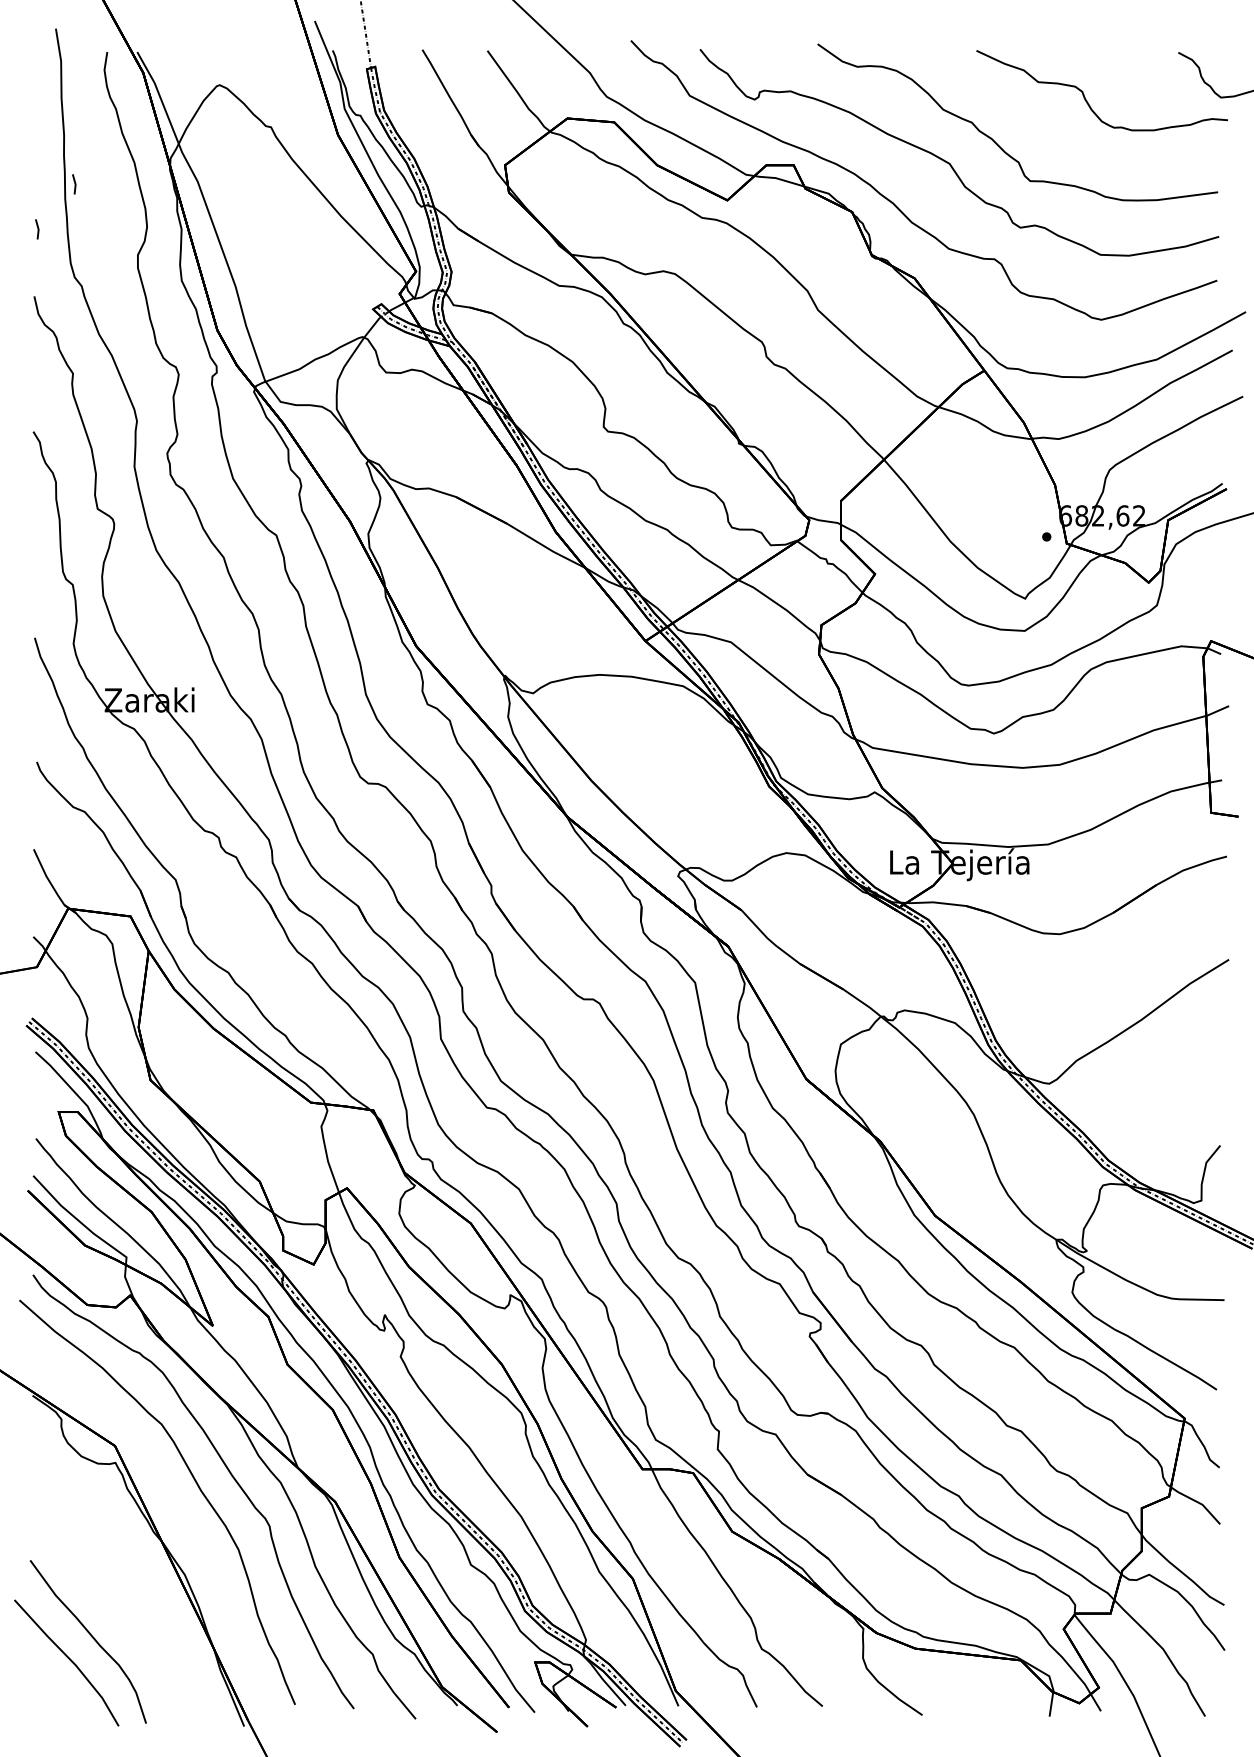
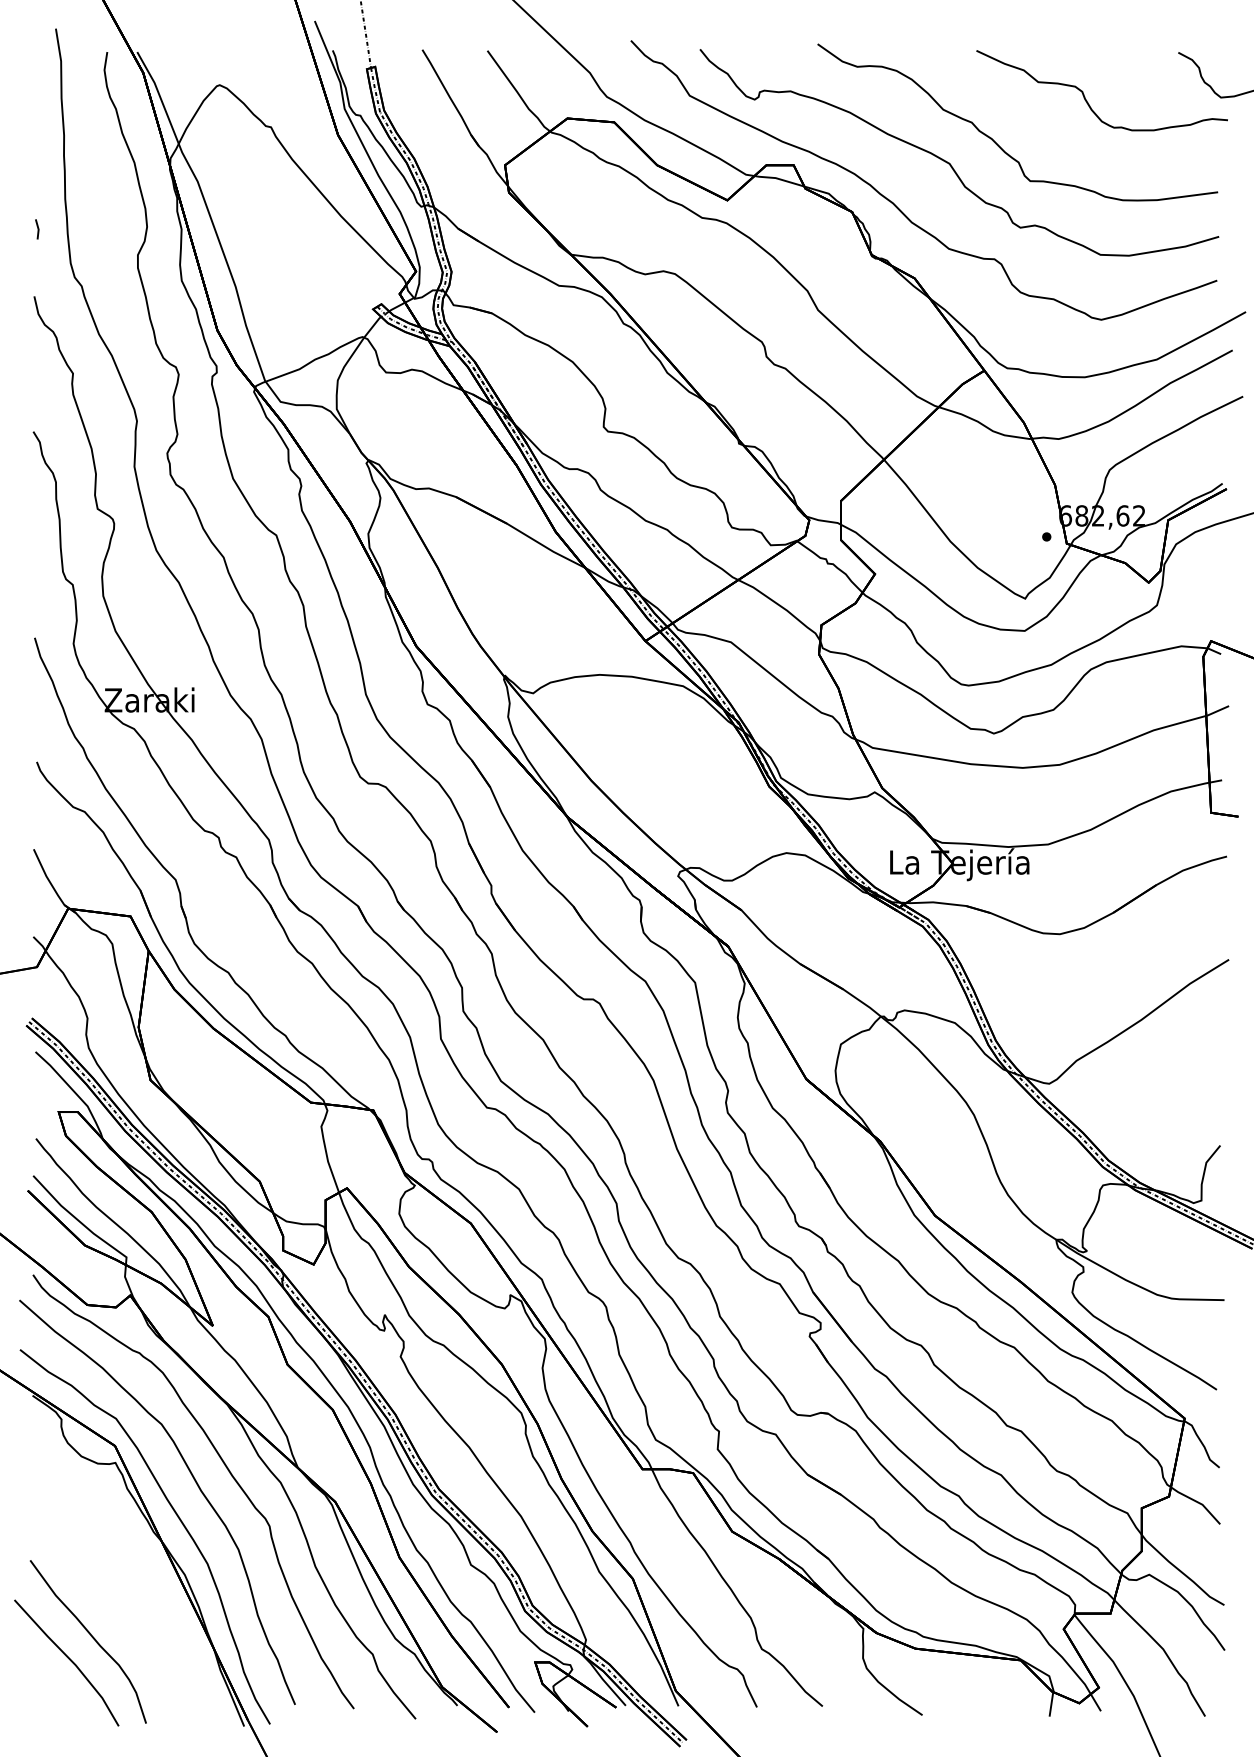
line at (74, 184): present -> none
curve at (175, 1514): none -> present
